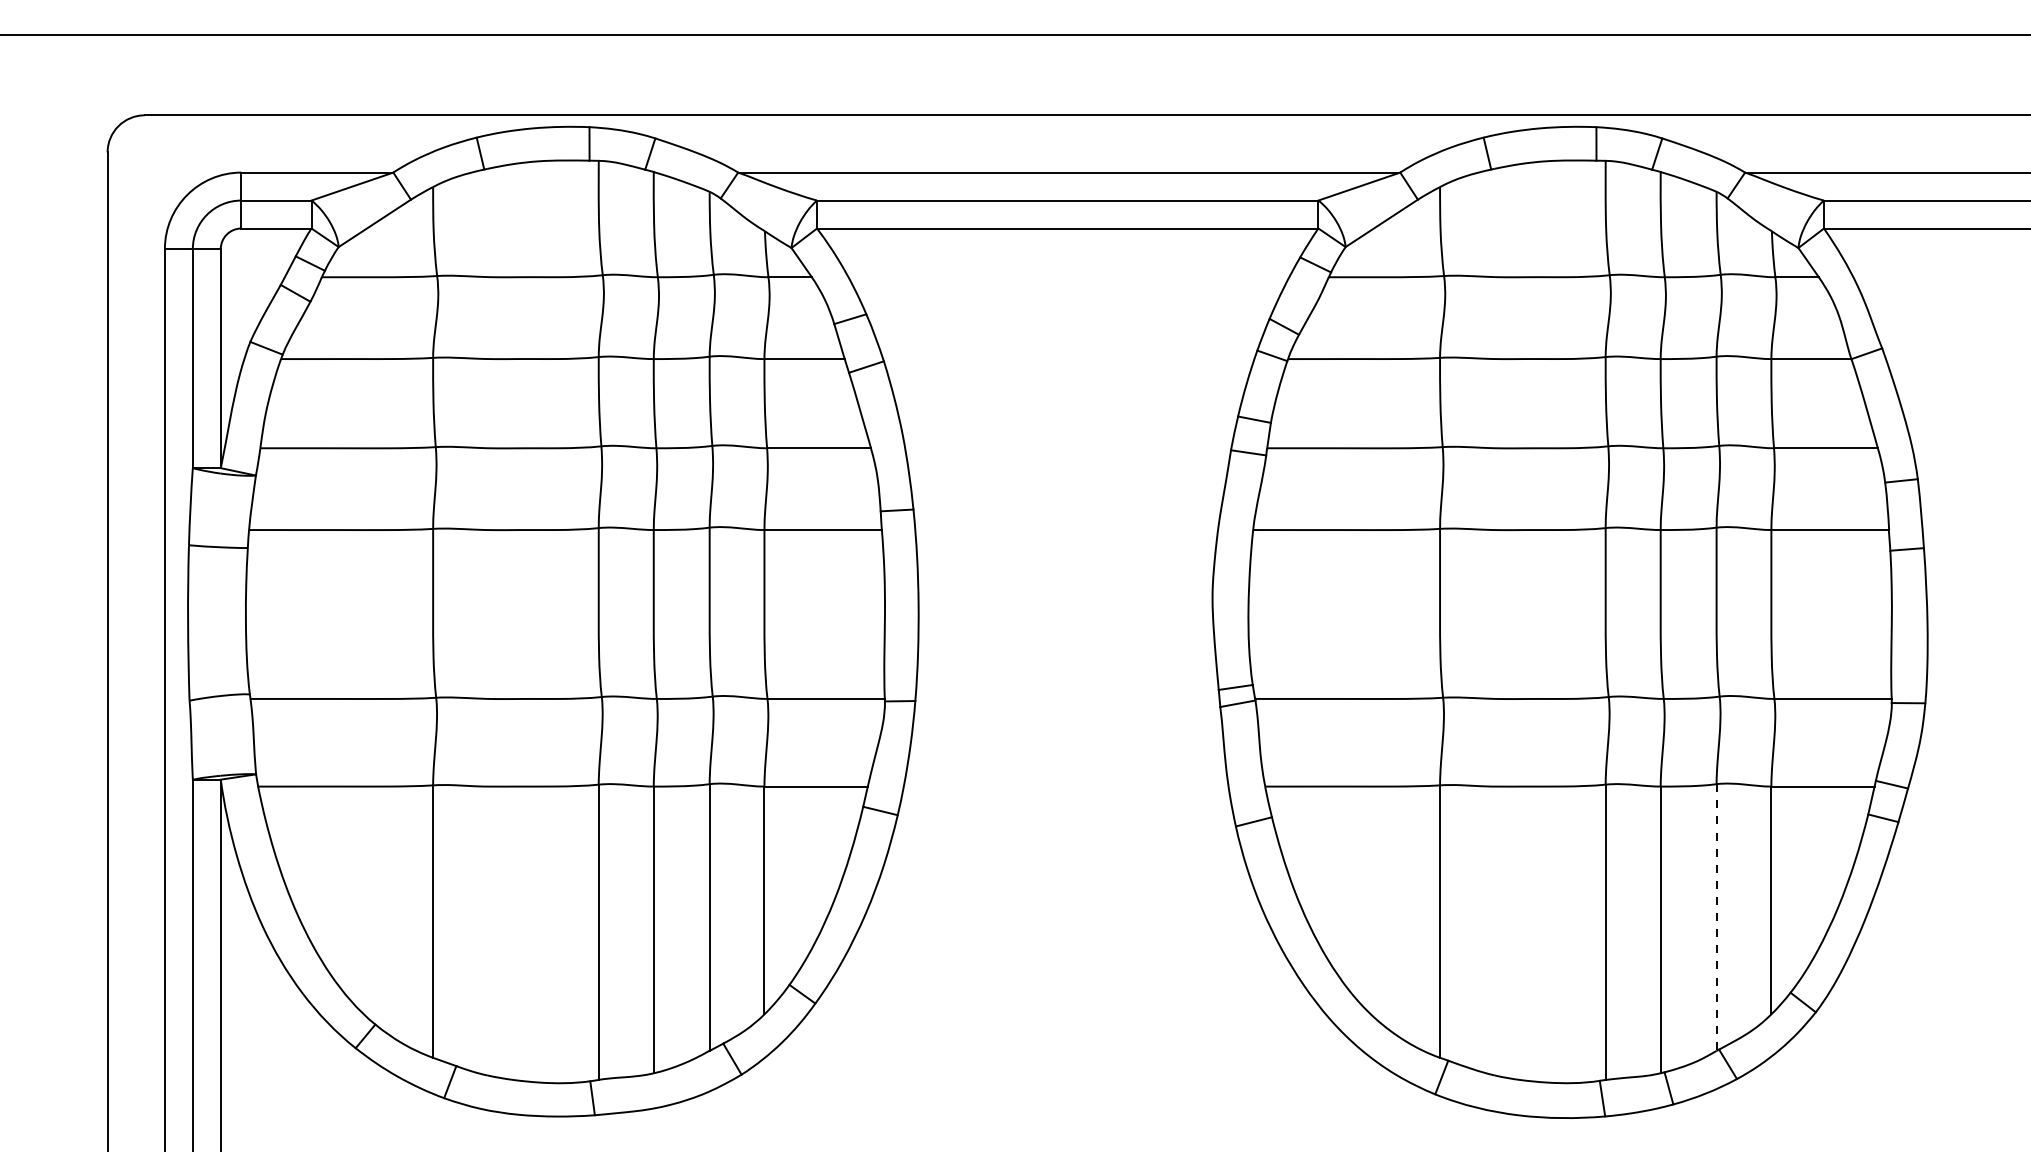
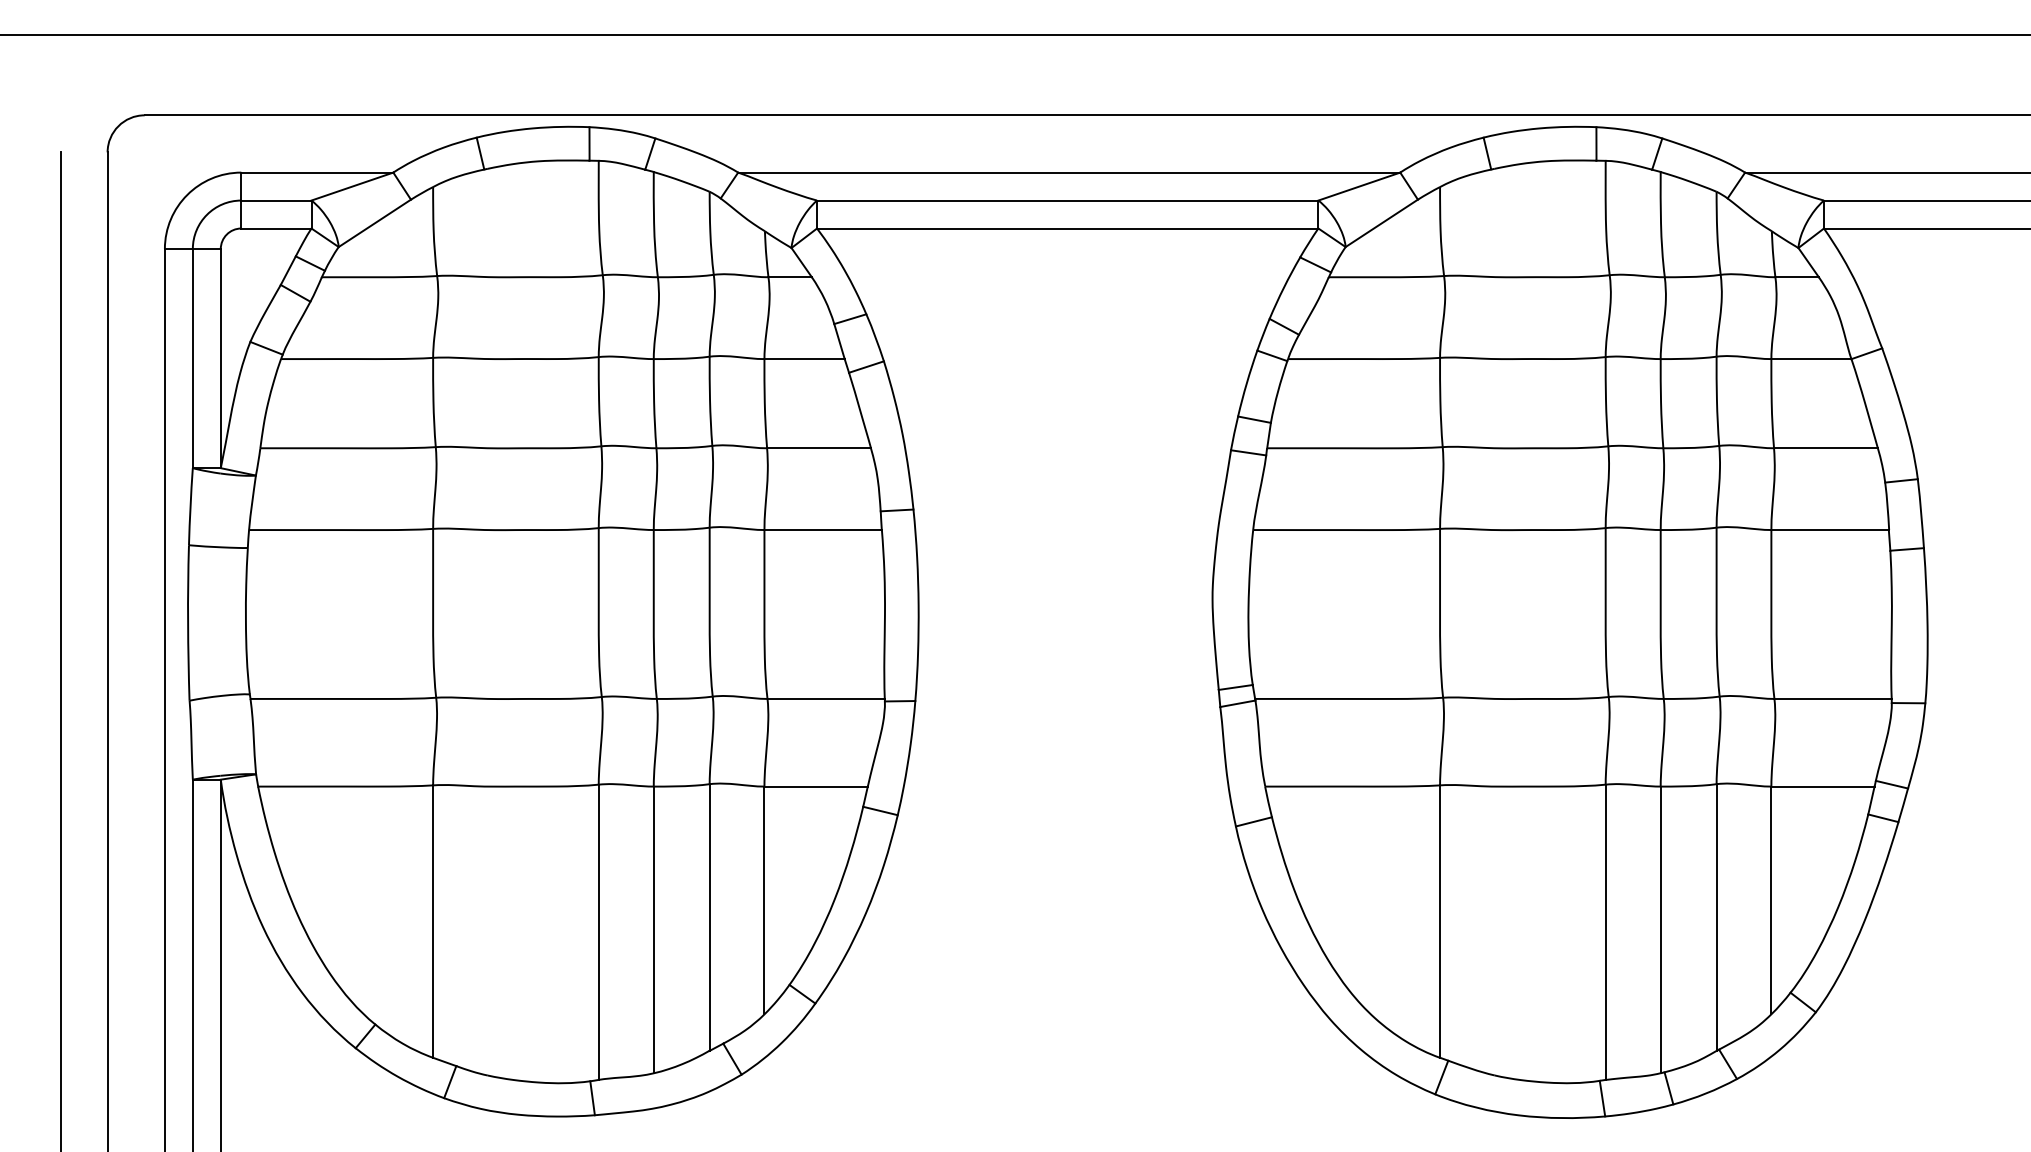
line at (60, 650): none -> present
line at (1716, 918): dashed -> solid
